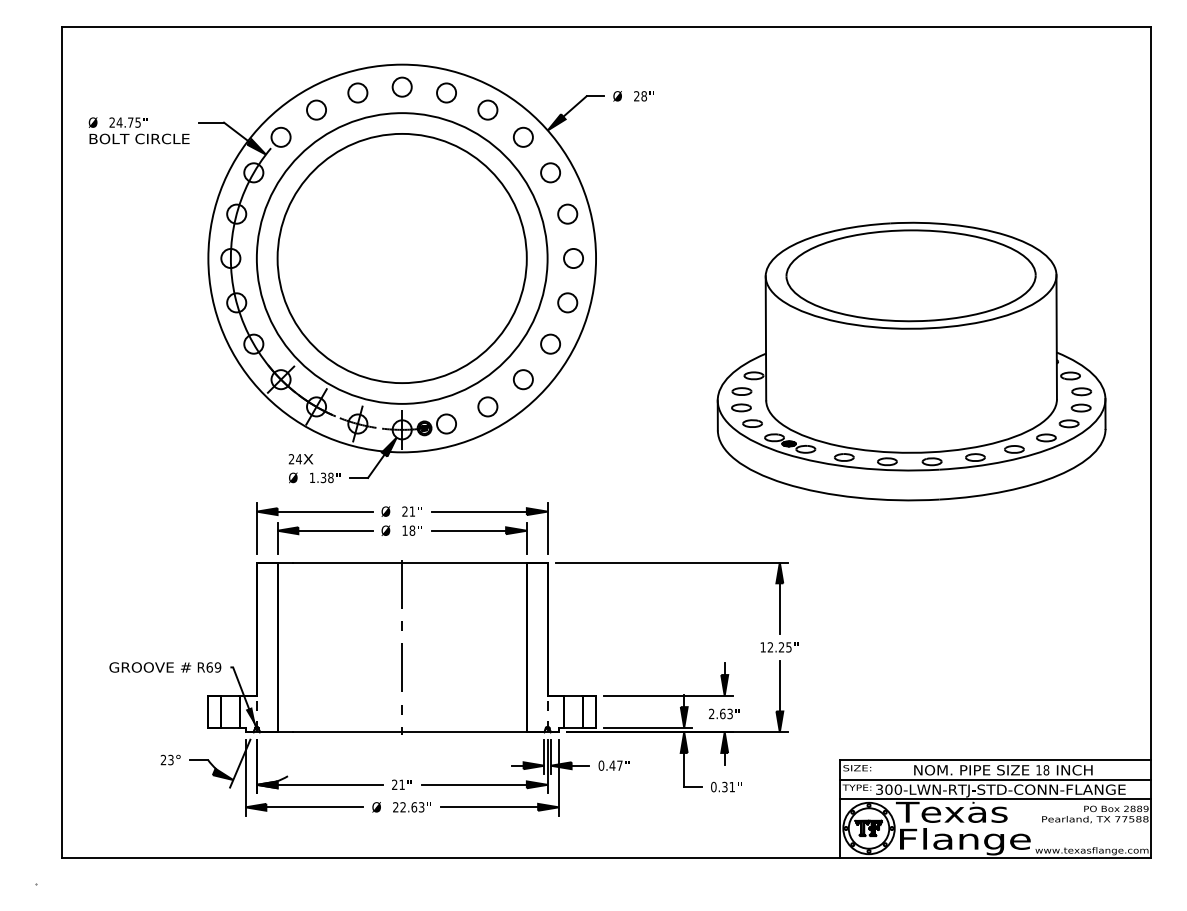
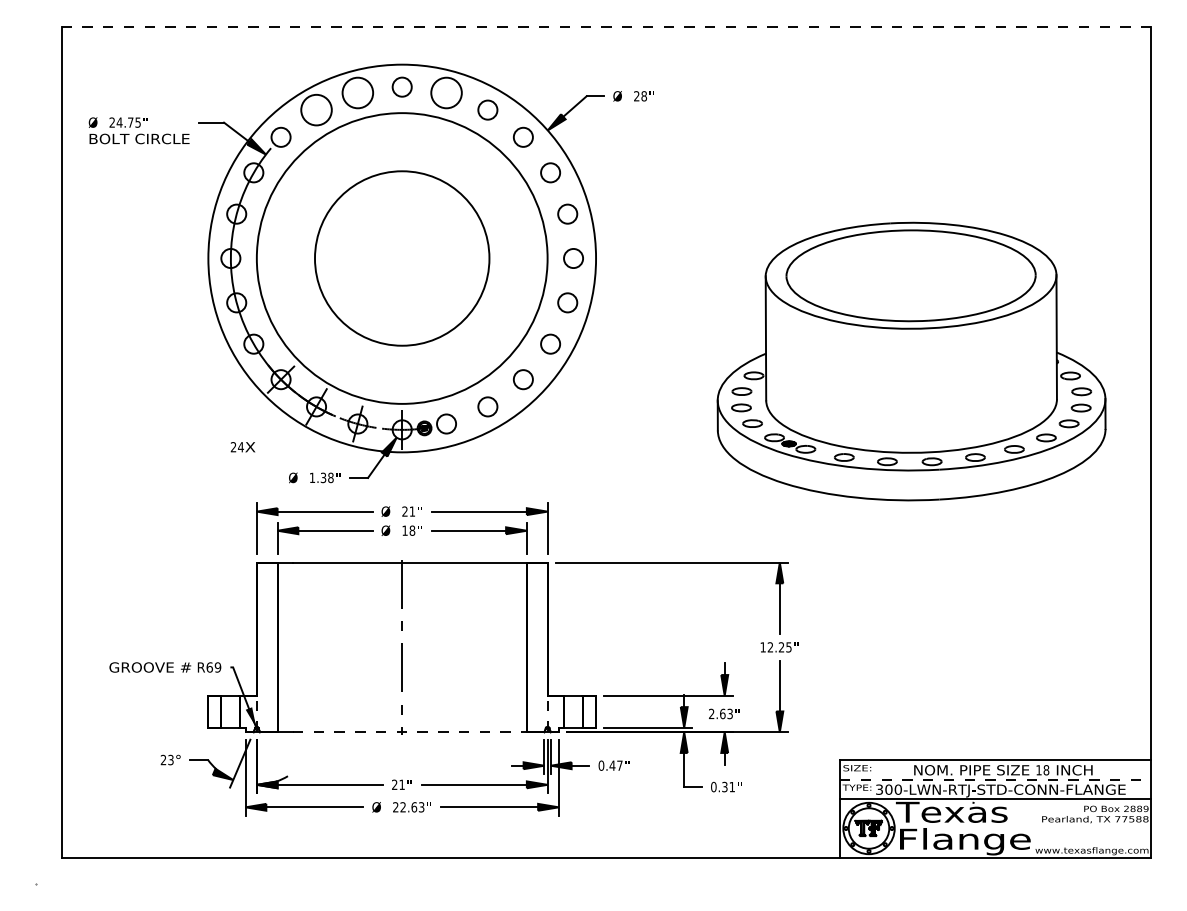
line at (606, 27): solid -> dashed
circle at (357, 92) diameter: 19 px -> 31 px
circle at (446, 92) diameter: 19 px -> 31 px
circle at (316, 109) diameter: 19 px -> 31 px
circle at (401, 258) diameter: 249 px -> 174 px
text at (300, 459) position: (300, 459) -> (242, 447)
line at (409, 732): solid -> dashed
line at (995, 779): solid -> dashed
